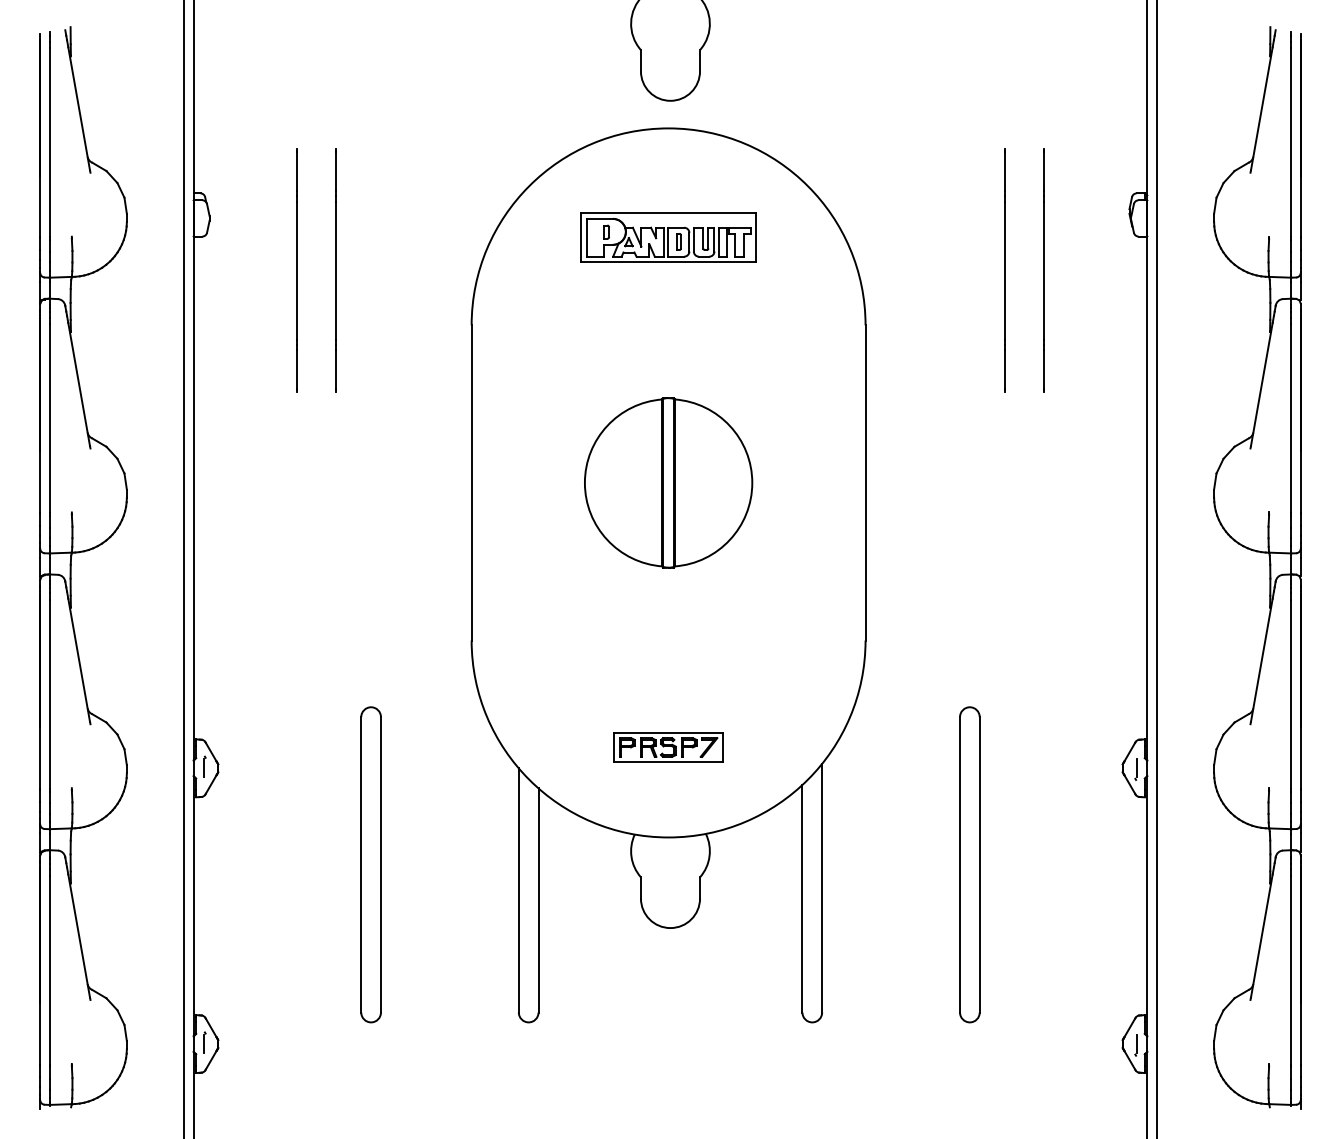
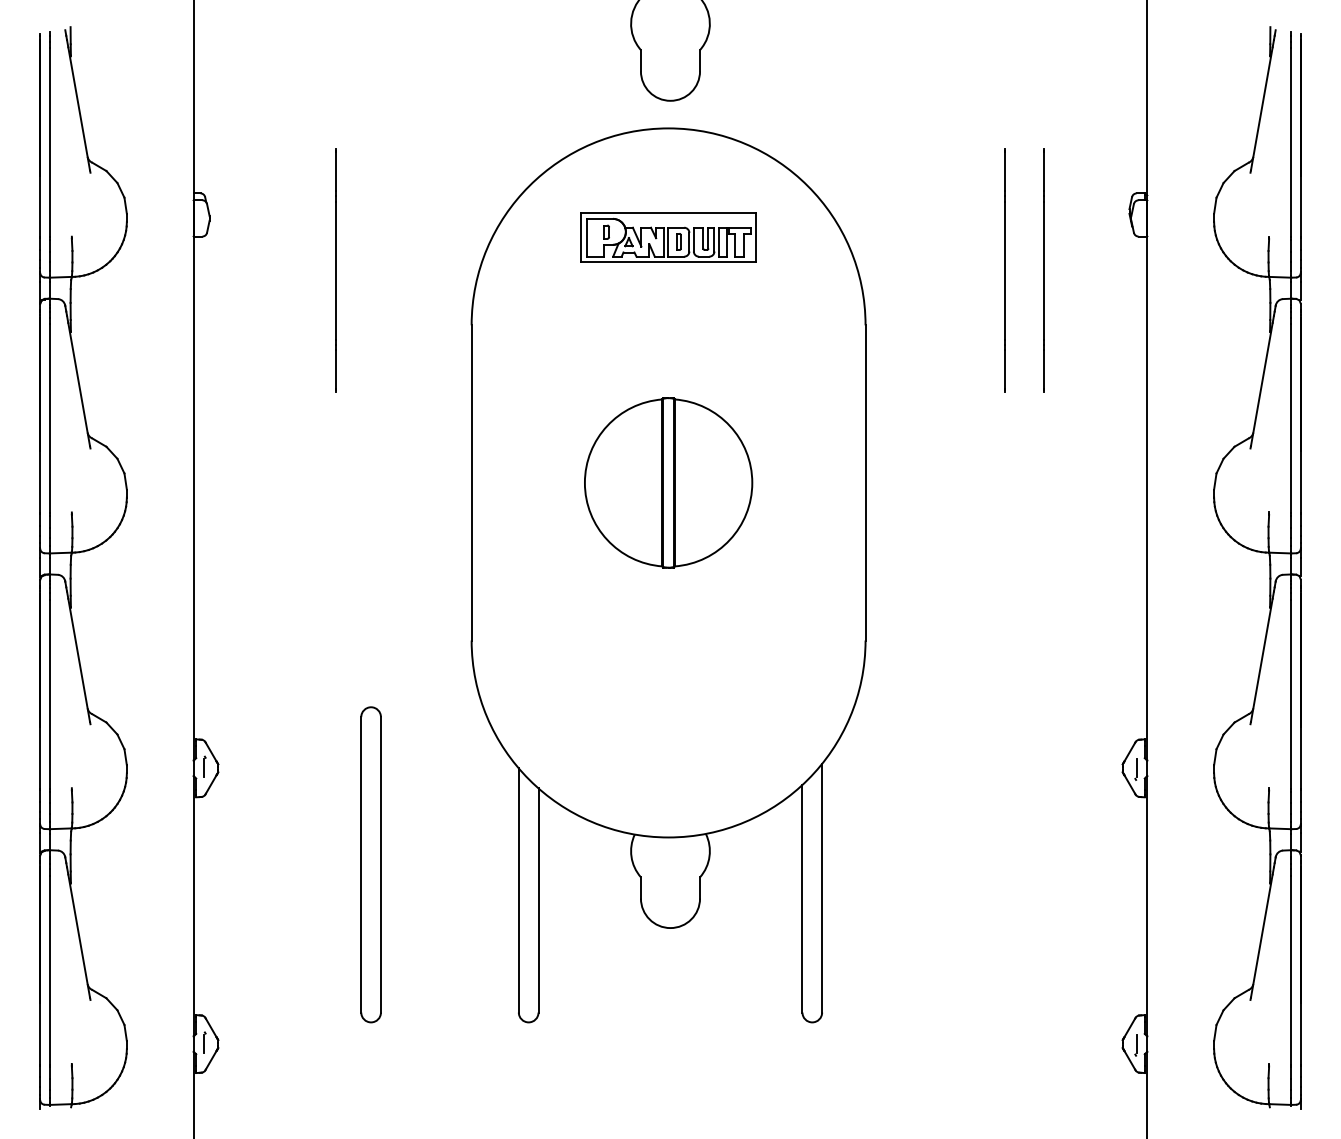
line at (296, 270): present -> none
line at (183, 568): present -> none
line at (1157, 568): present -> none
part at (668, 747): present -> none
part at (969, 864): present -> none
